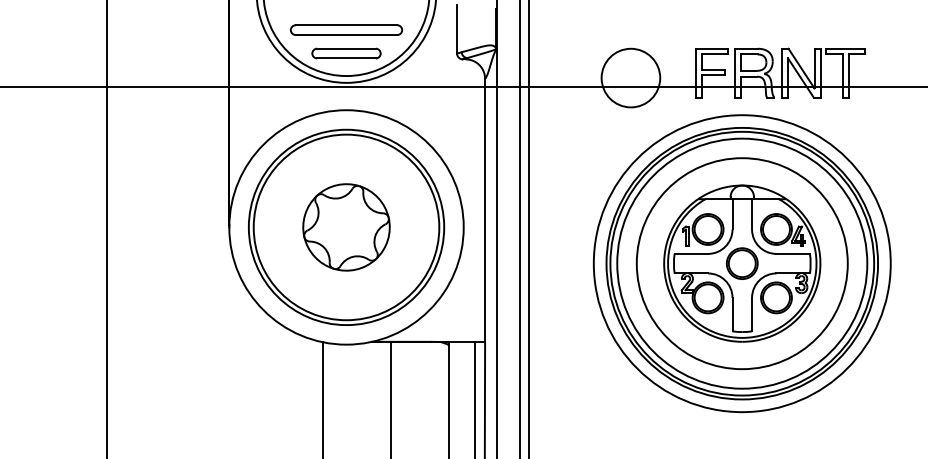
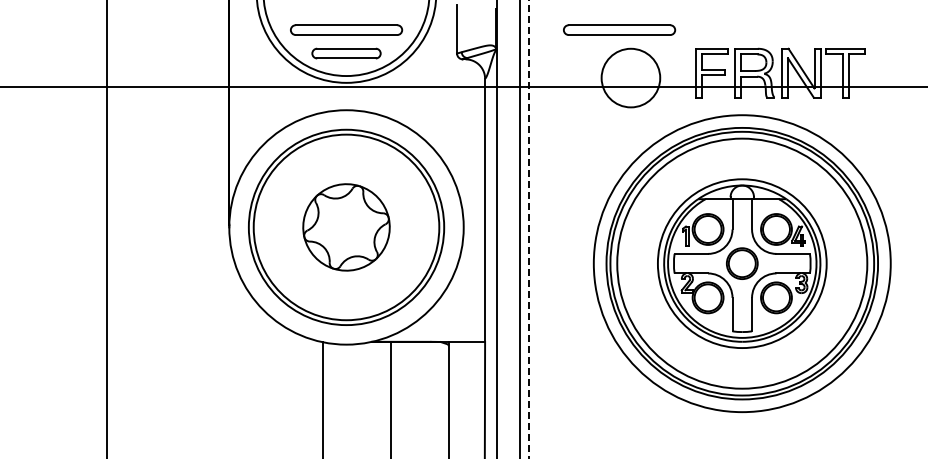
part at (619, 29): none -> present
line at (529, 229): solid -> dashed
circle at (741, 263) diameter: 211 px -> 169 px
line at (474, 398): present -> none
